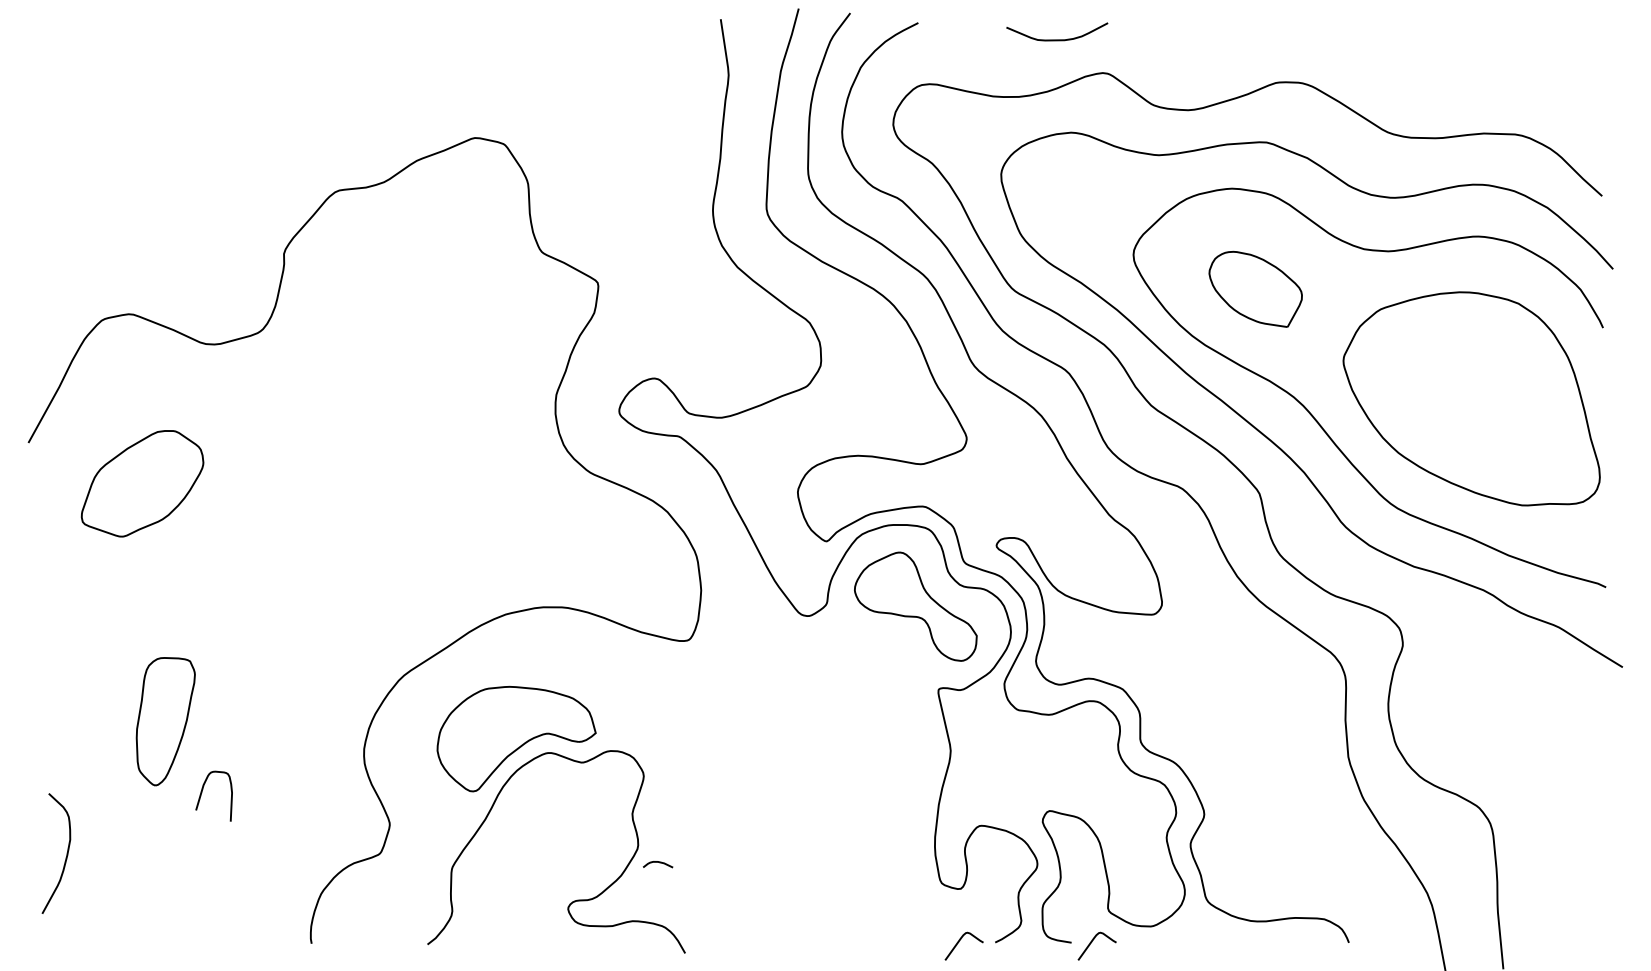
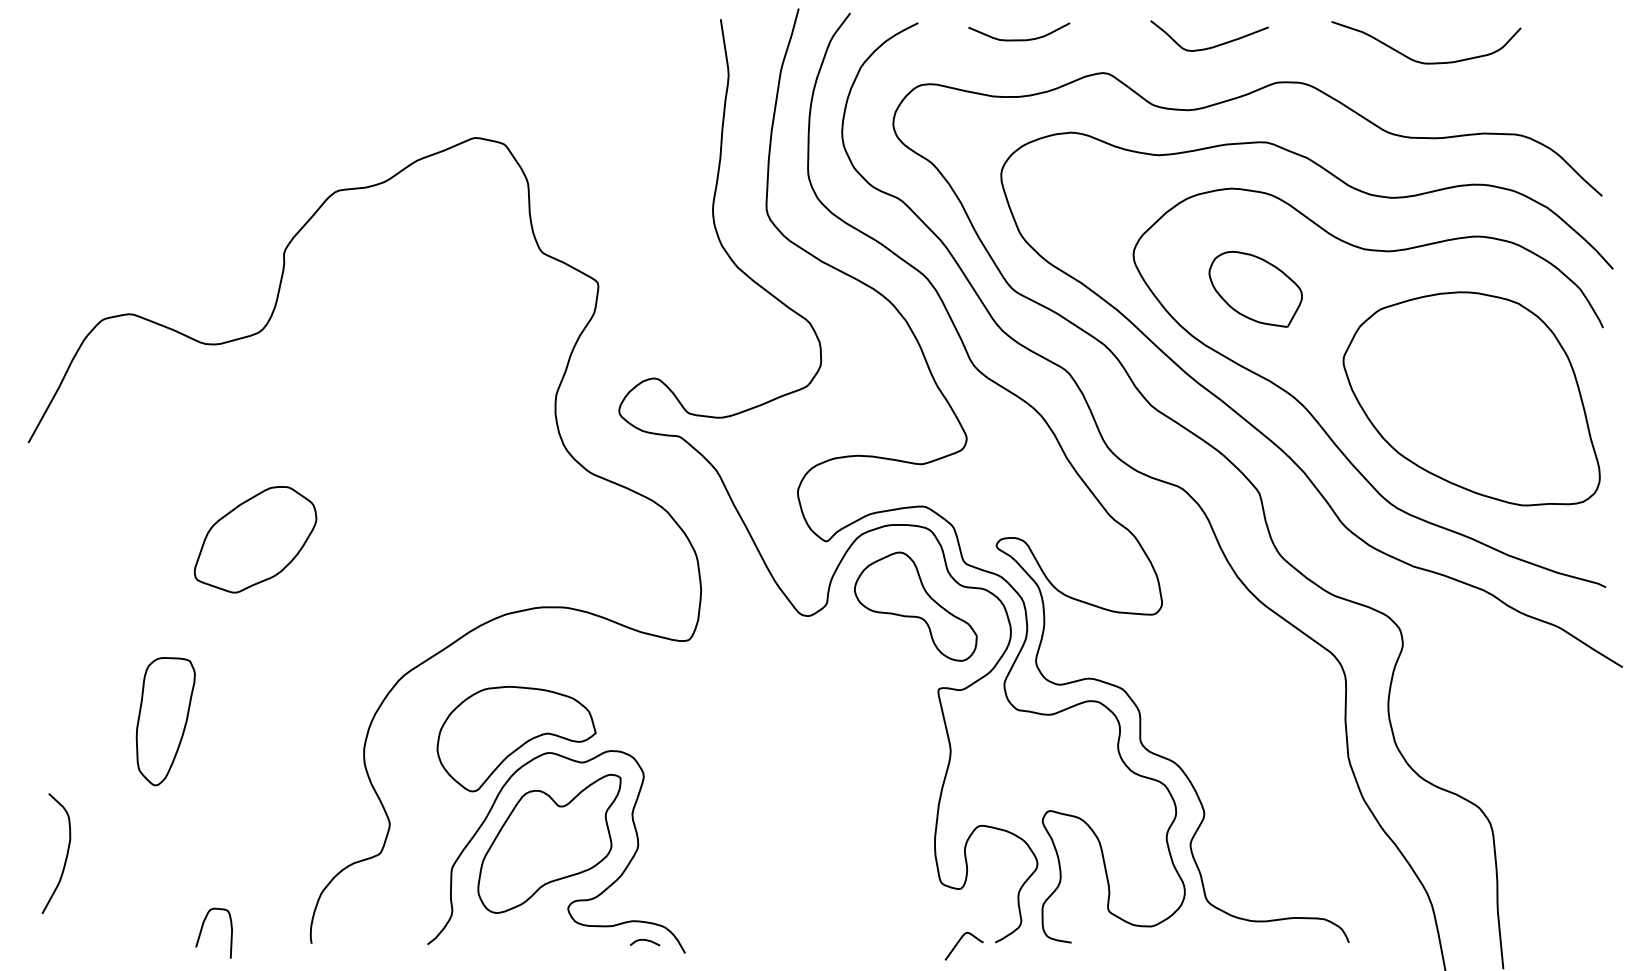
curve at (1057, 39) position: (1057, 39) -> (1019, 39)
curve at (1214, 45): none -> present
curve at (1421, 61): none -> present
part at (142, 483) position: (142, 483) -> (255, 539)
curve at (202, 793) position: (202, 793) -> (202, 930)
part at (549, 843): none -> present
curve at (659, 863) position: (659, 863) -> (646, 941)
curve at (1092, 942): present -> none
